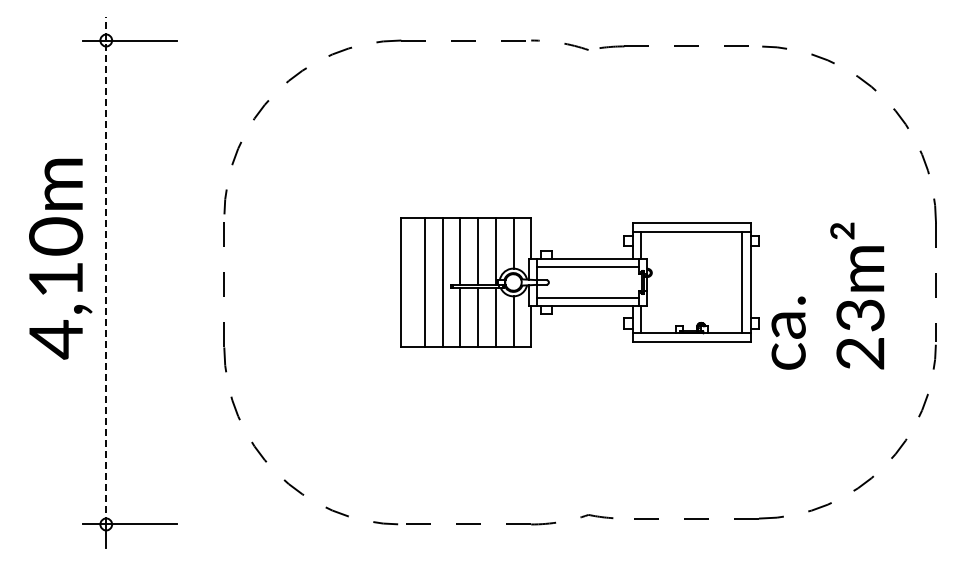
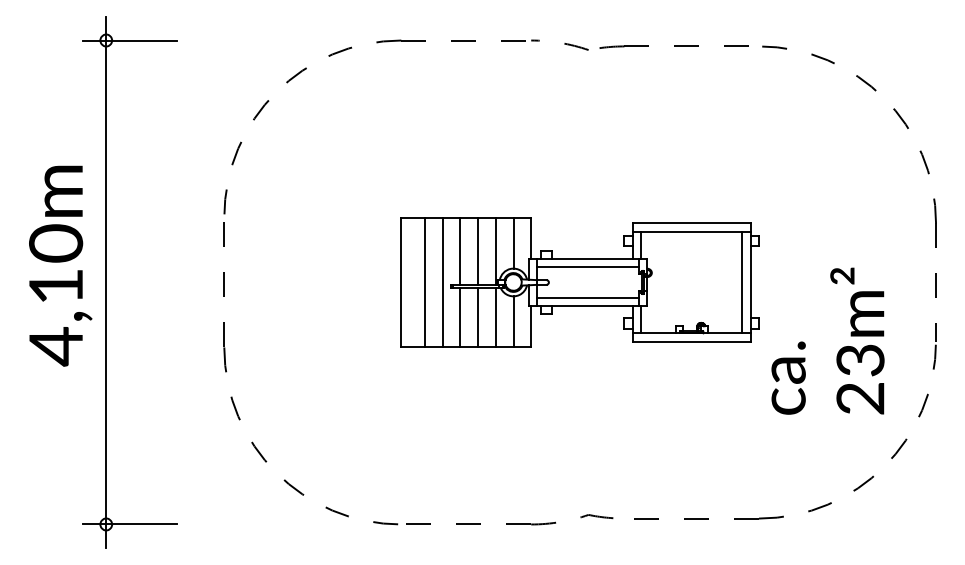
text at (60, 258) position: (60, 258) -> (60, 265)
line at (106, 270): dashed -> solid
text at (827, 295) position: (827, 295) -> (827, 340)
